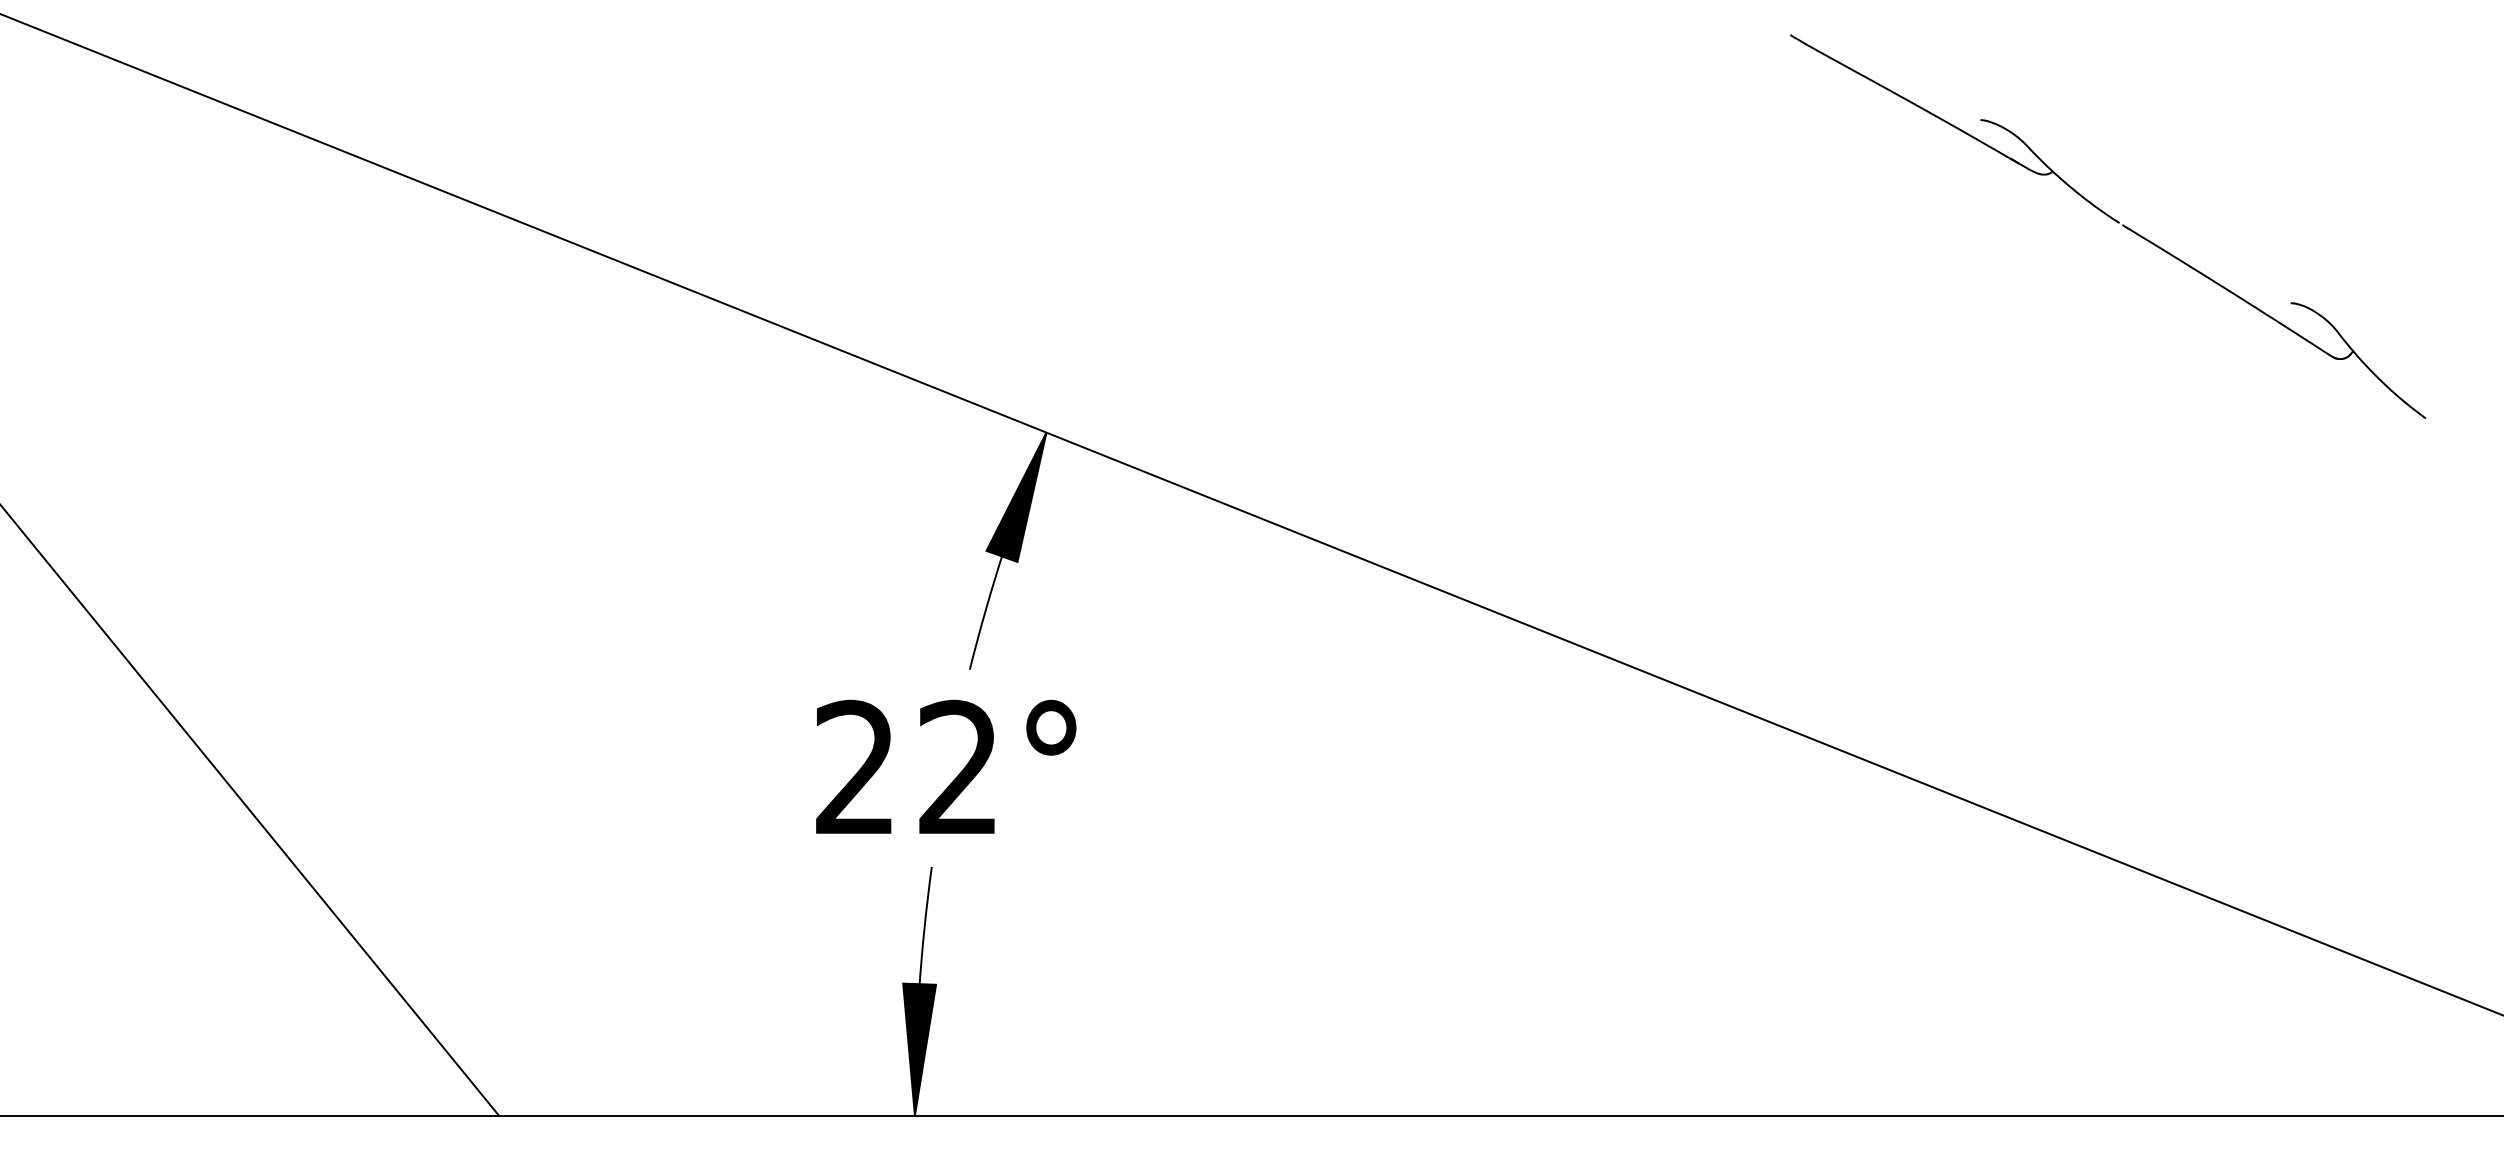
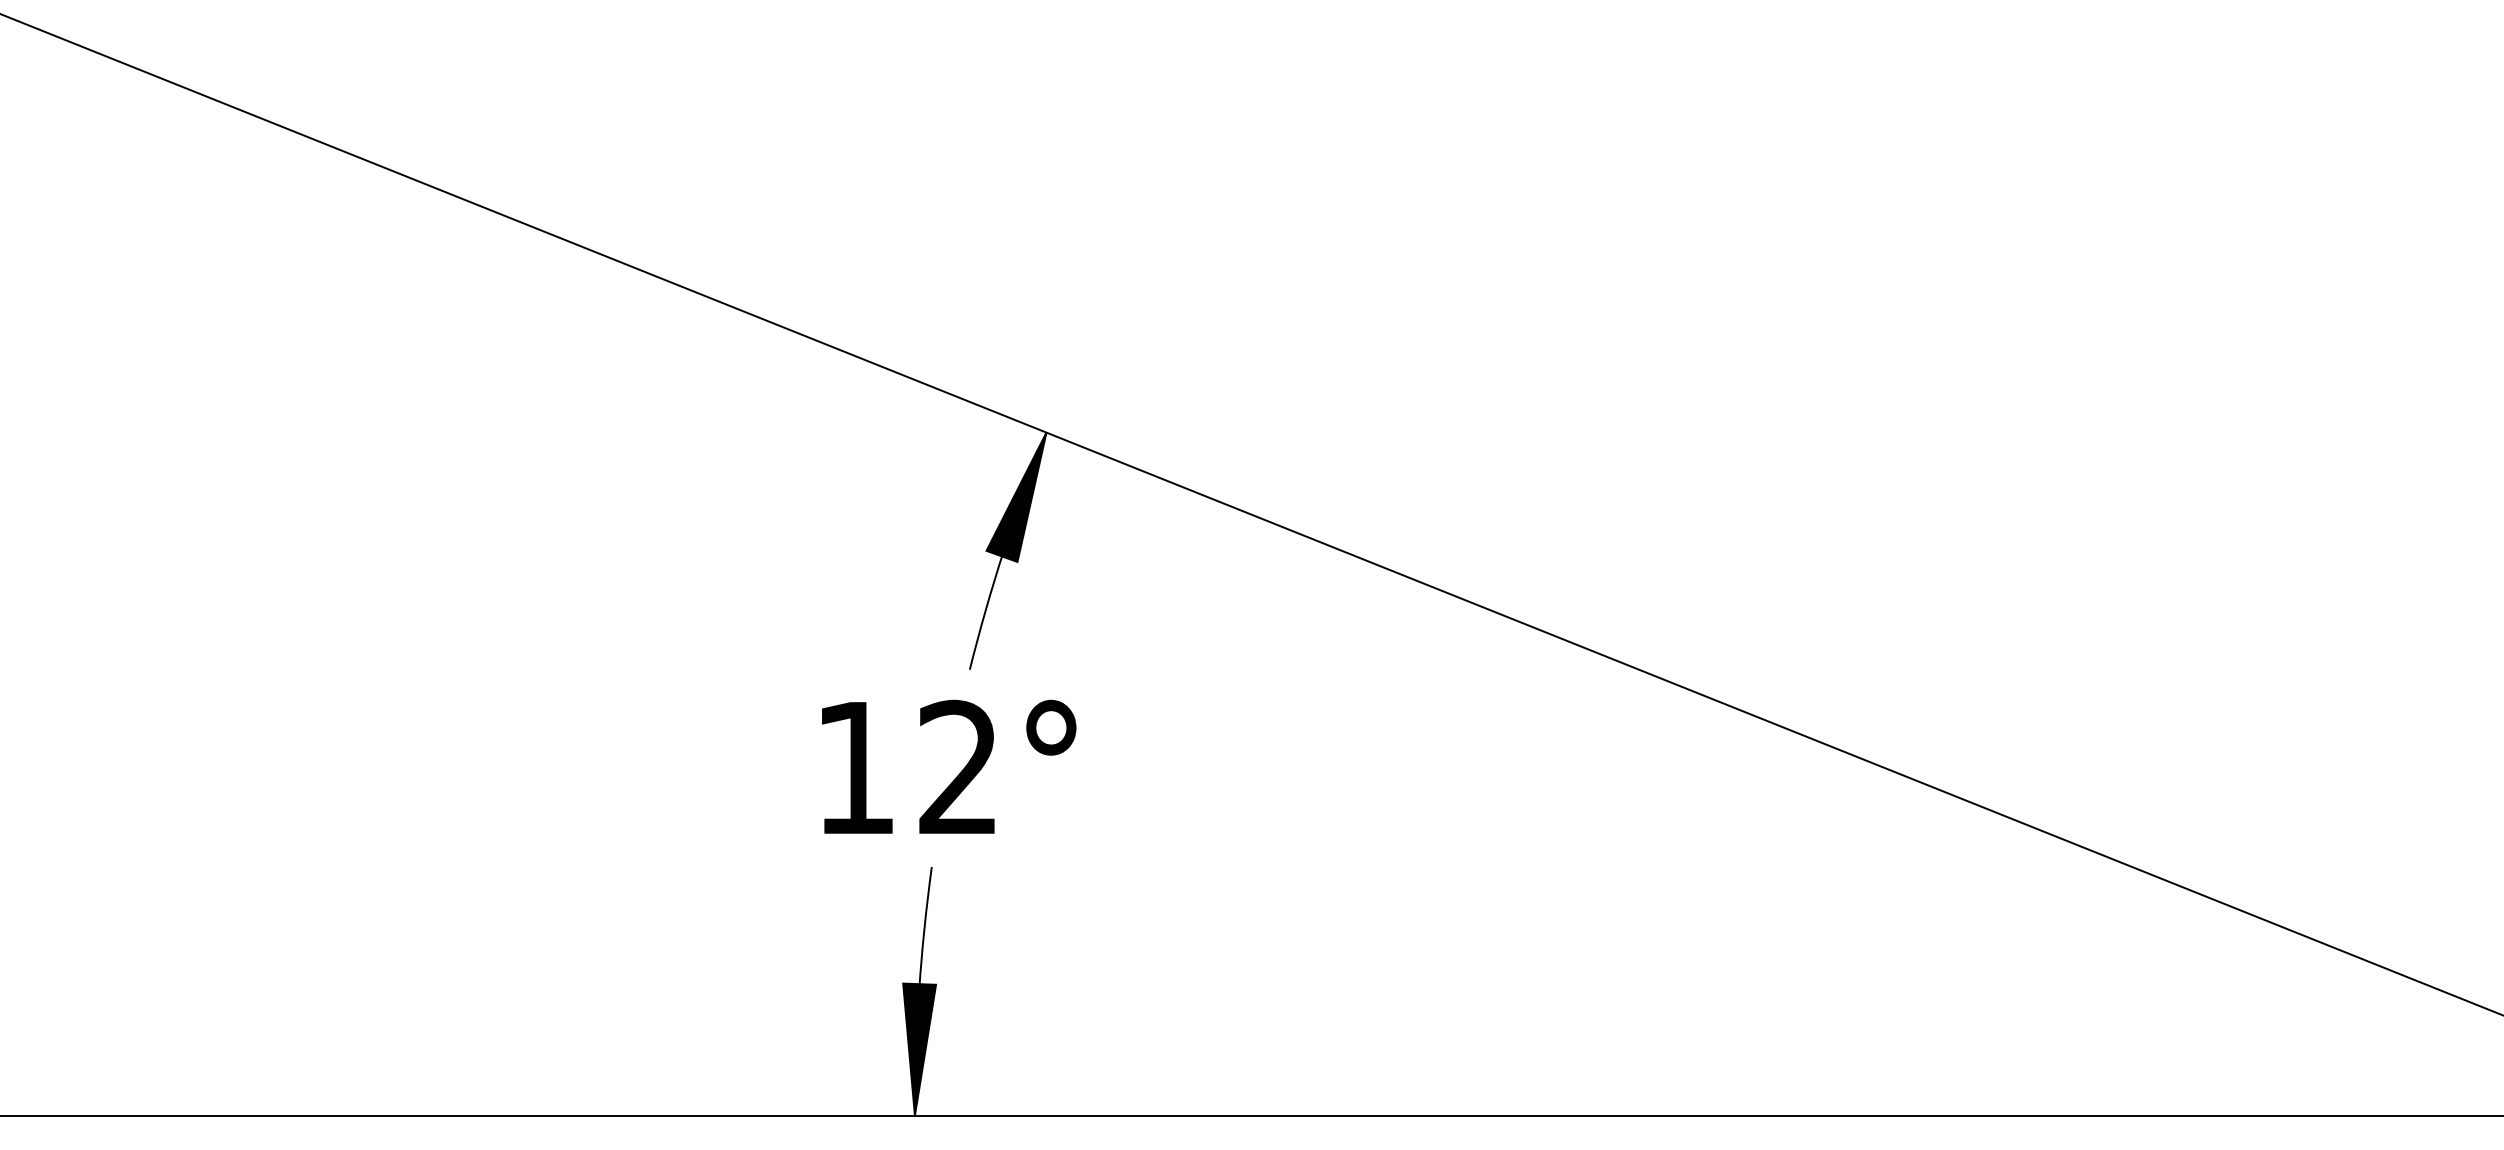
part at (2113, 220): present -> none
text at (854, 766): 22° -> 12°
line at (250, 811): present -> none
